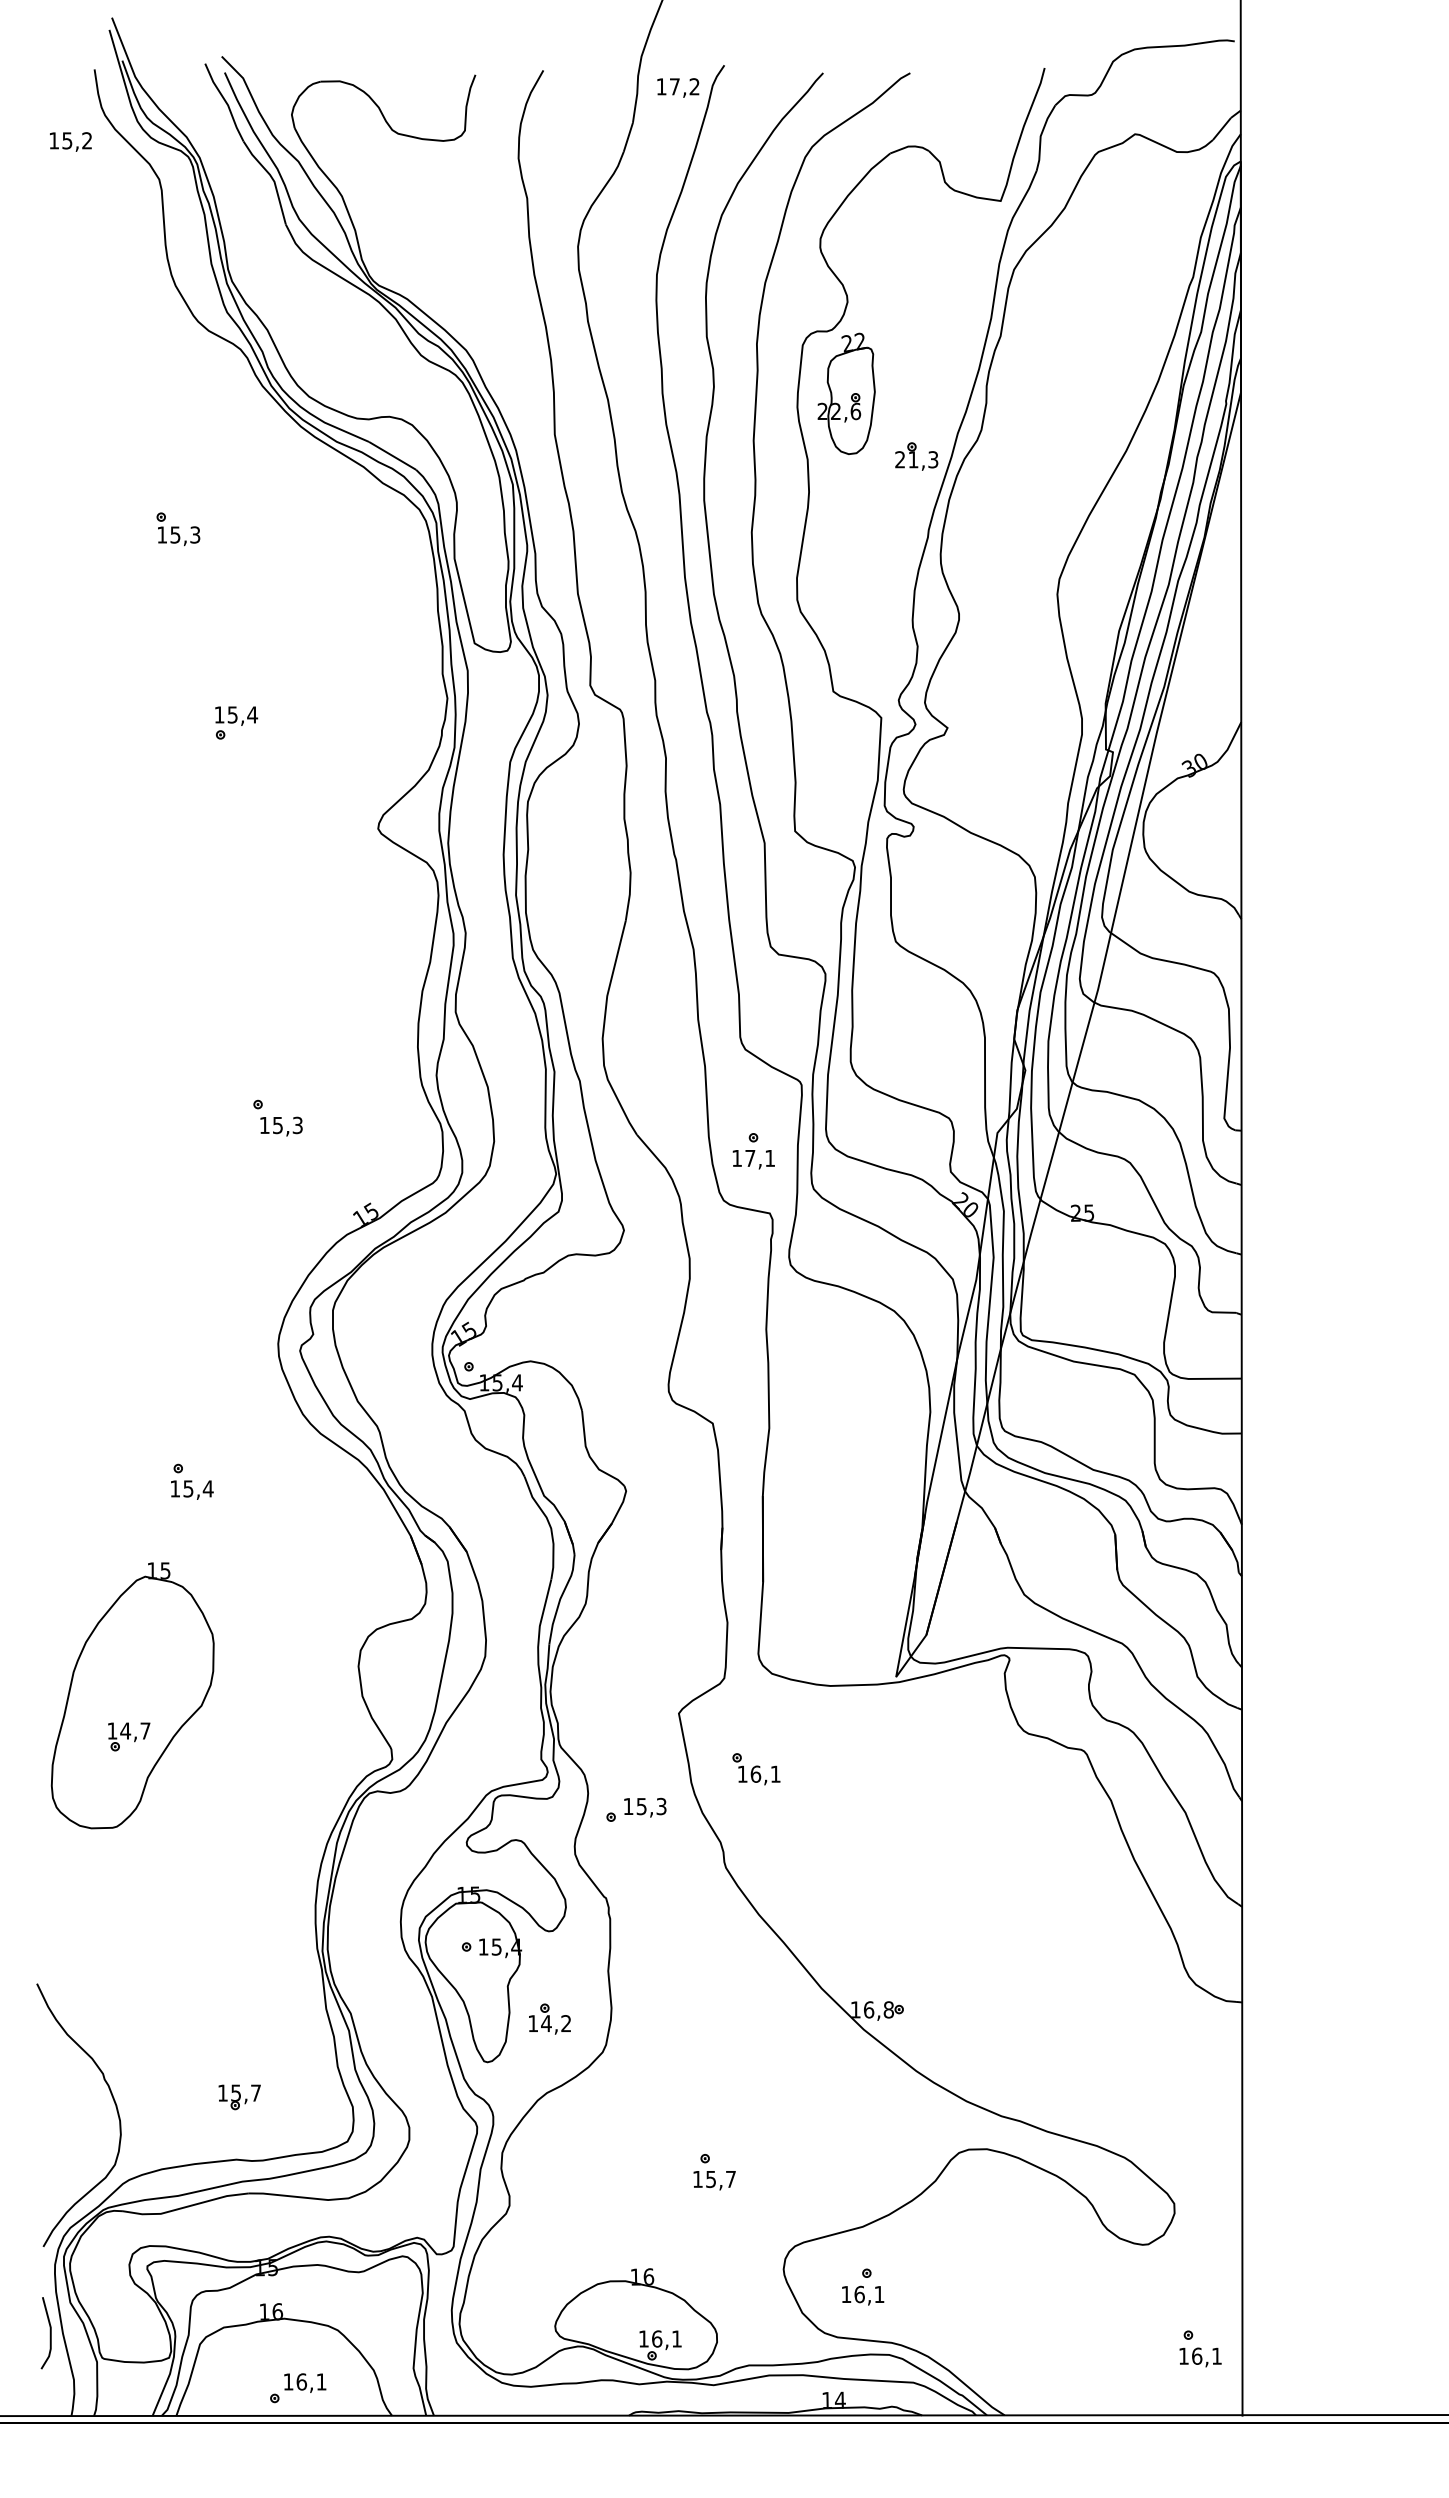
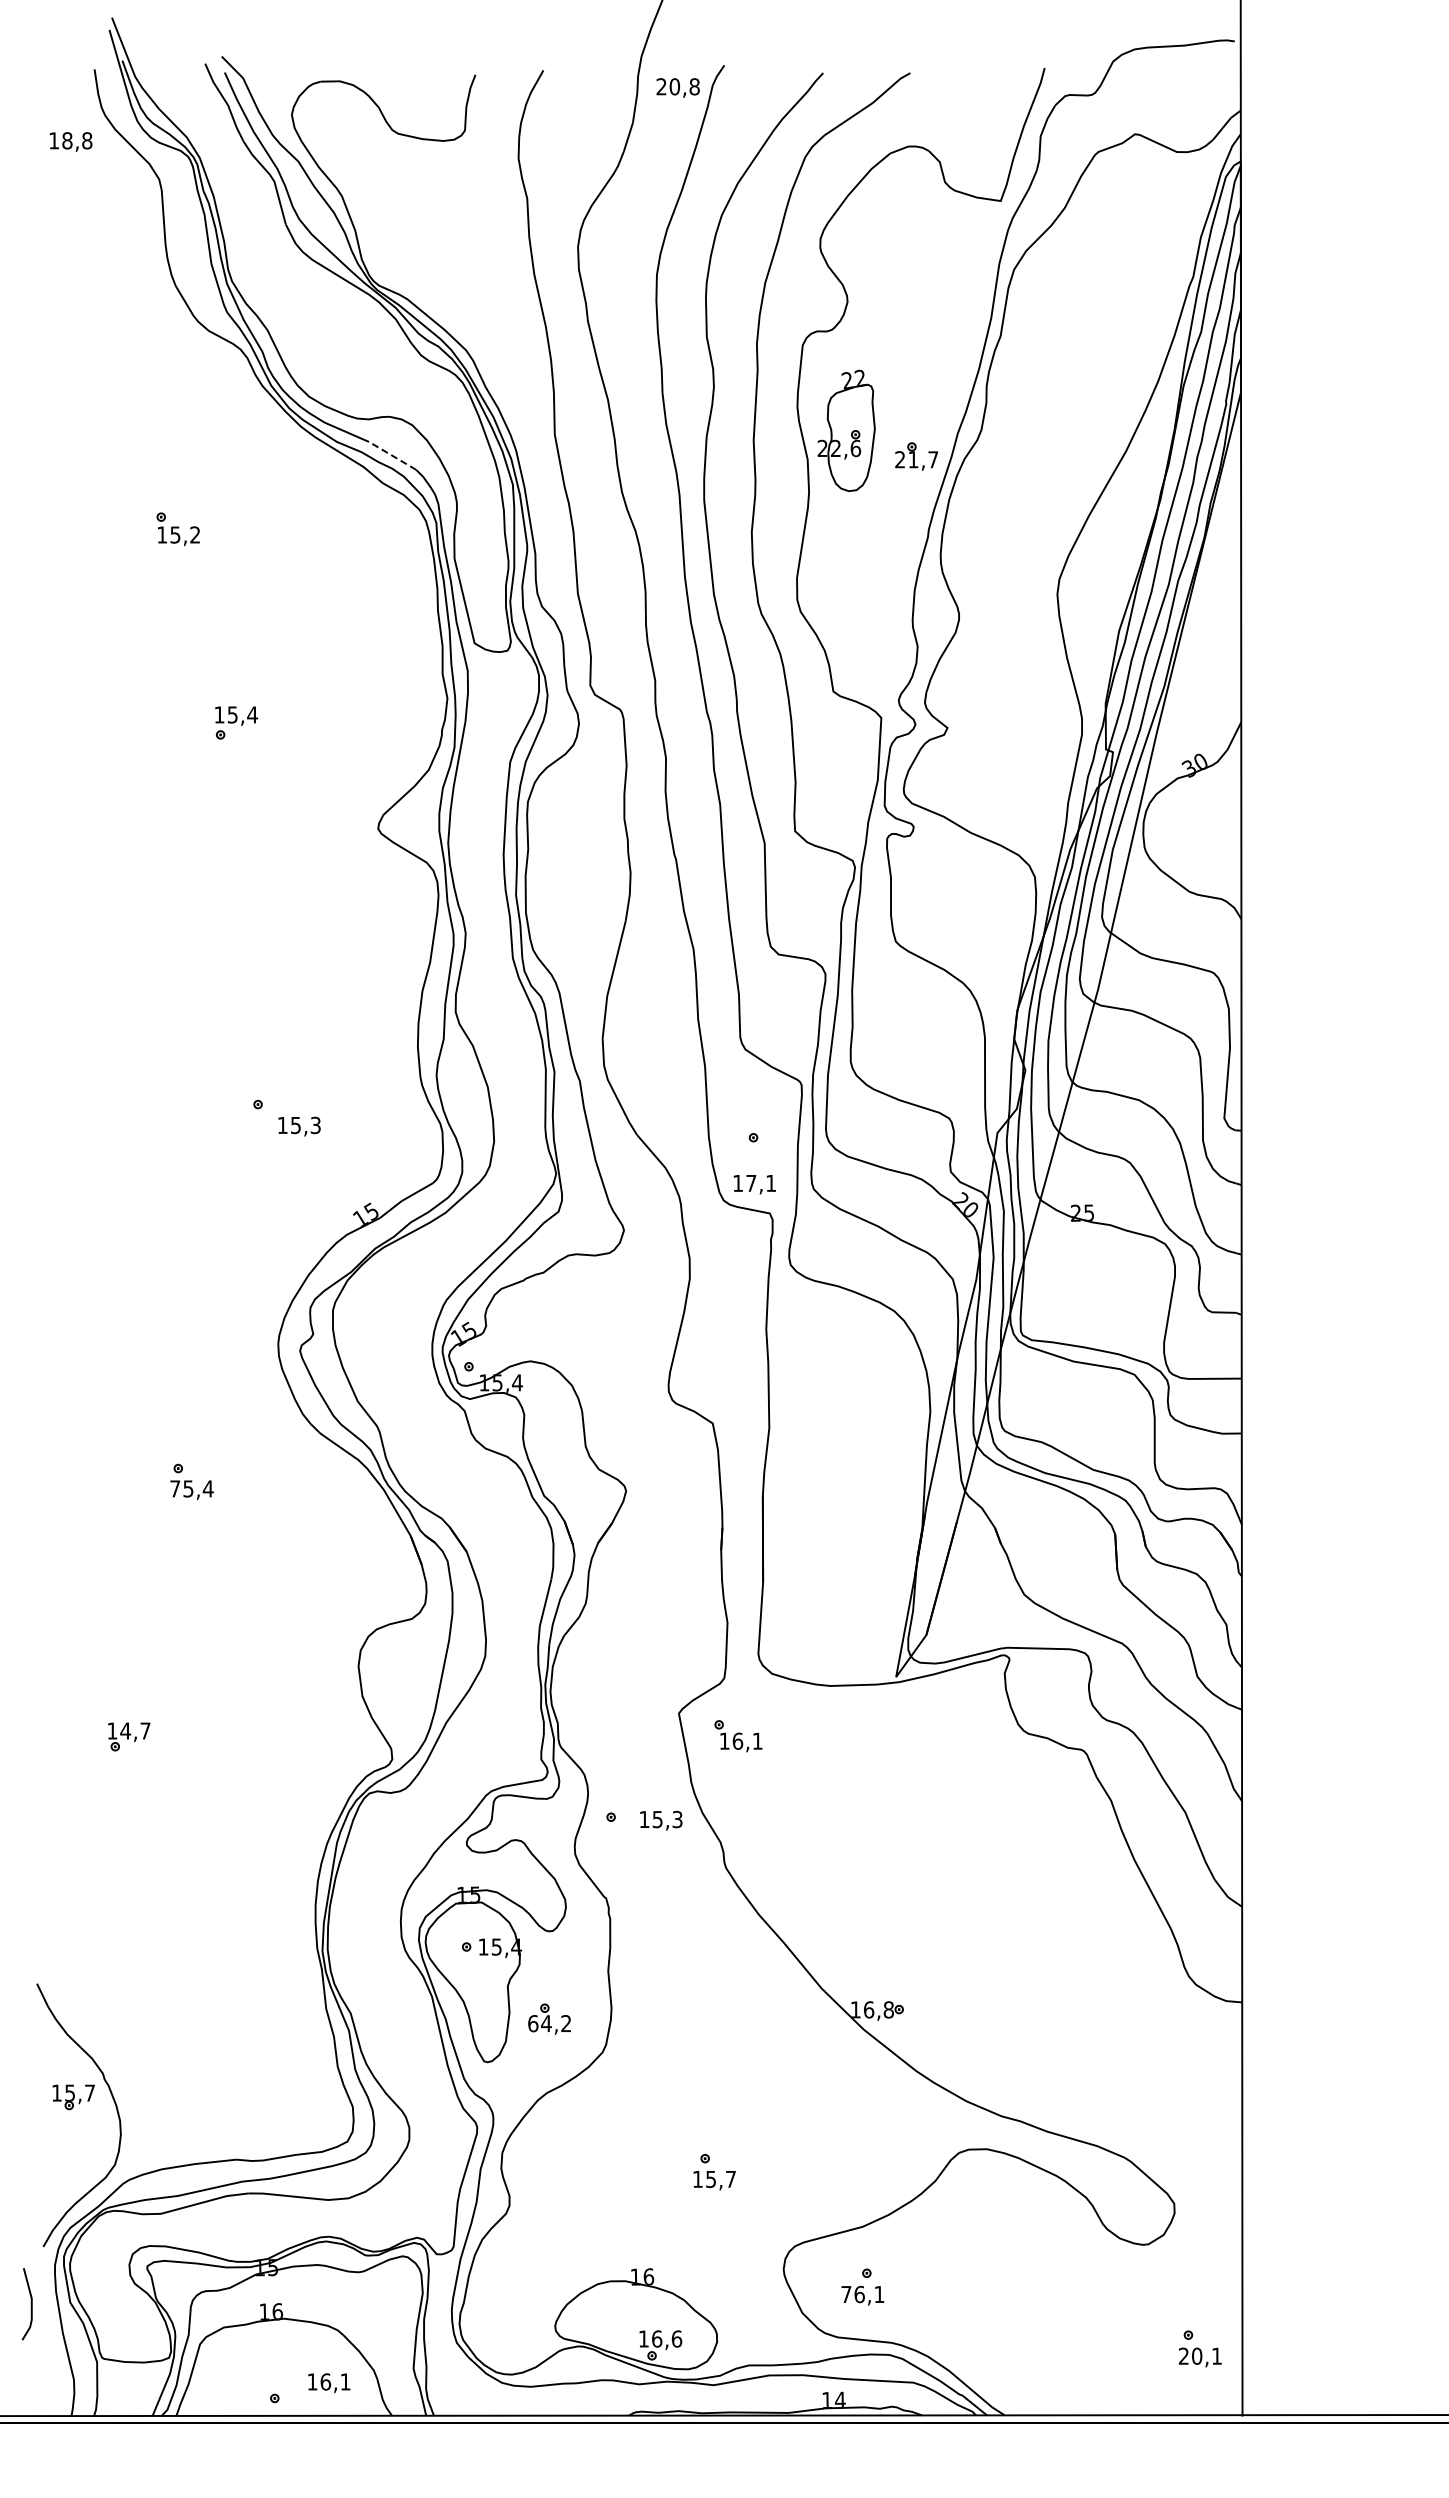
text at (677, 86): 17,2 -> 20,8
text at (77, 140): 15,2 -> 18,8
part at (846, 393) position: (846, 393) -> (846, 430)
line at (392, 455): solid -> dashed
text at (933, 459): 21,3 -> 21,7
text at (195, 534): 15,3 -> 15,2
text at (281, 1126) position: (281, 1126) -> (299, 1126)
text at (753, 1159) position: (753, 1159) -> (754, 1184)
text at (175, 1488): 15,4 -> 75,4
part at (132, 1695): present -> none
part at (756, 1769) position: (756, 1769) -> (738, 1736)
text at (645, 1807) position: (645, 1807) -> (661, 1820)
text at (533, 2023): 14,2 -> 64,2
part at (239, 2097) position: (239, 2097) -> (73, 2097)
text at (846, 2294): 16,1 -> 76,1
line at (49, 2333) position: (49, 2333) -> (30, 2304)
text at (676, 2338): 16,1 -> 16,6
text at (1190, 2355): 16,1 -> 20,1
text at (305, 2382) position: (305, 2382) -> (329, 2382)
